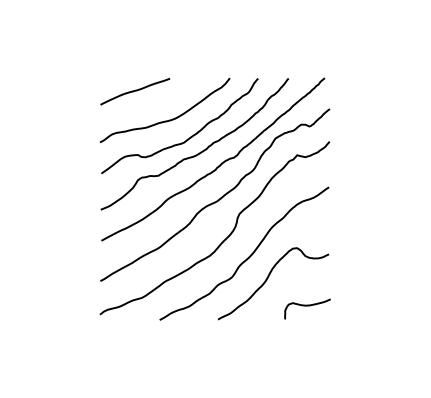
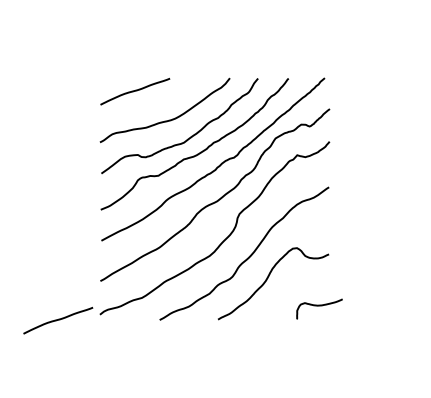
curve at (307, 306) position: (307, 306) -> (319, 306)
curve at (58, 320): none -> present
